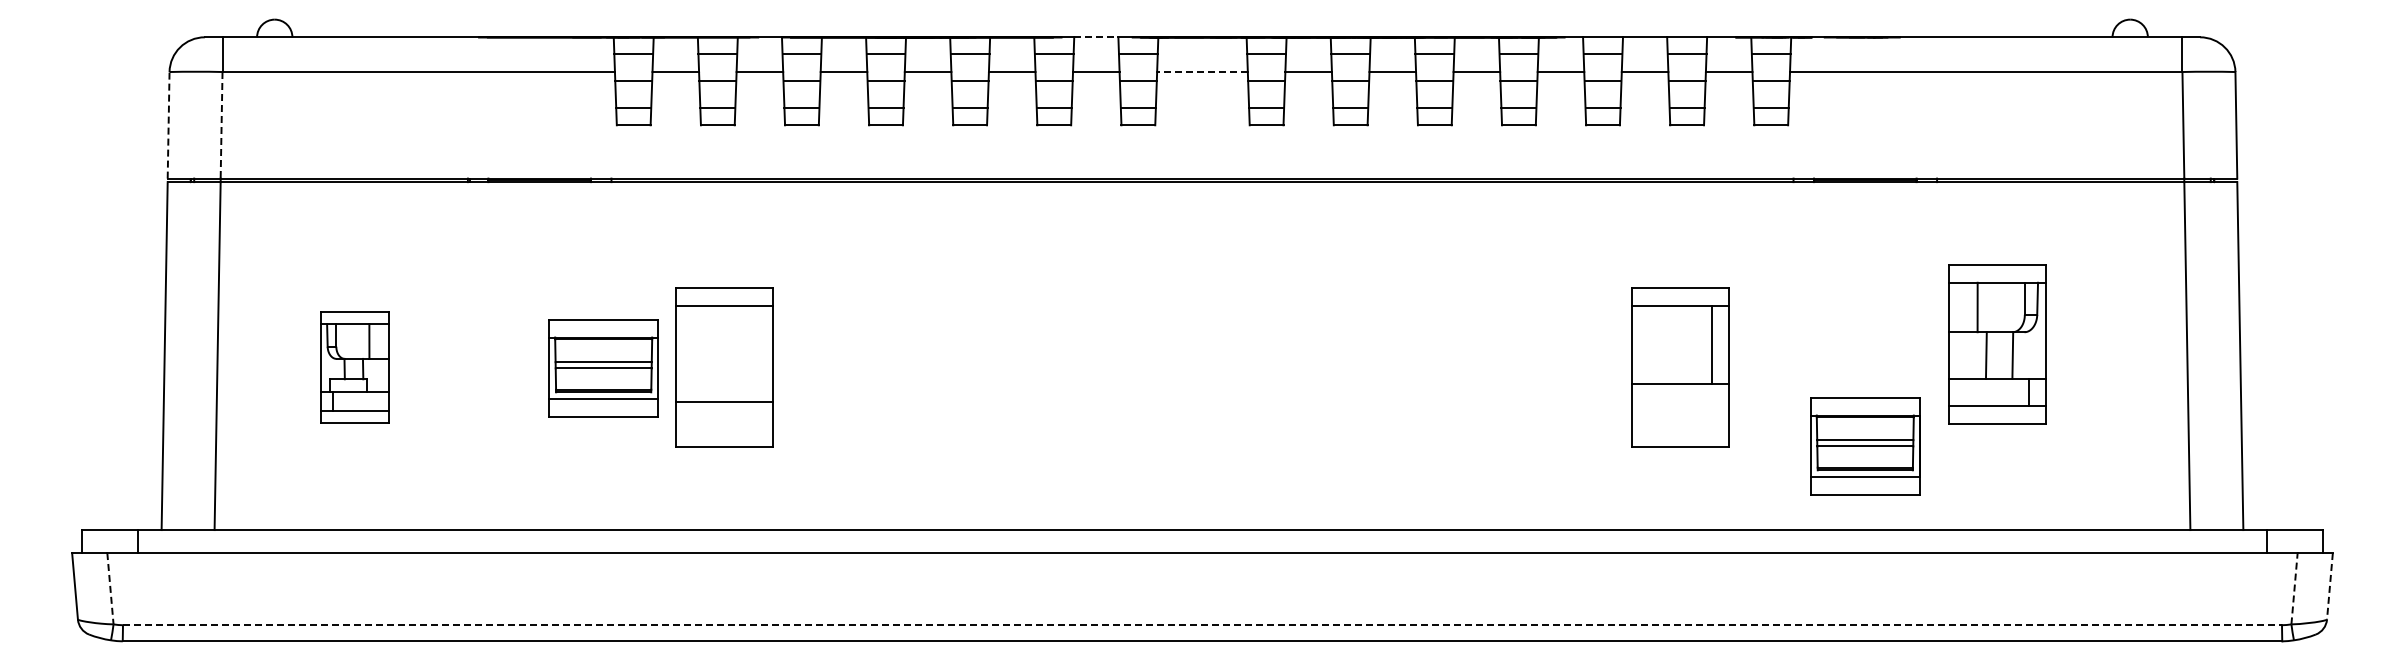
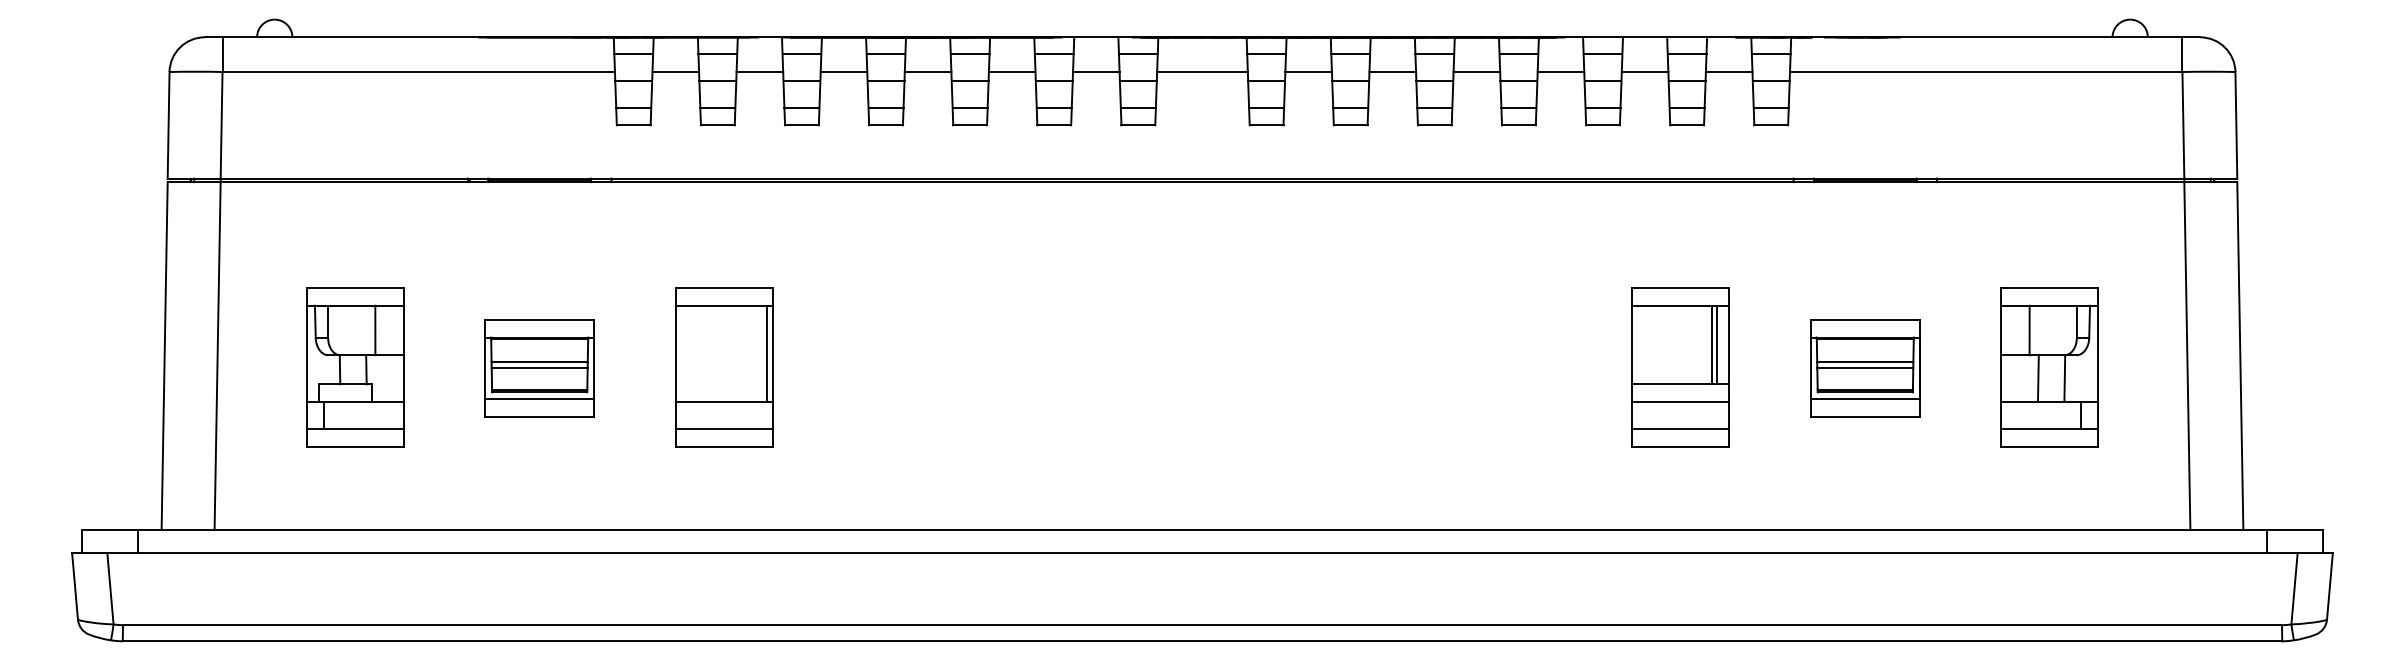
line at (1096, 37): dashed -> solid
line at (1201, 72): dashed -> solid
line at (168, 124): dashed -> solid
line at (221, 125): dashed -> solid
line at (1716, 344): none -> present
part at (1997, 344) position: (1997, 344) -> (2049, 367)
line at (766, 353): none -> present
part at (354, 367) size: 70x113 px -> 99x161 px
part at (603, 368) position: (603, 368) -> (539, 368)
line at (1680, 402): none -> present
line at (723, 429): none -> present
line at (1680, 429): none -> present
part at (1865, 446) position: (1865, 446) -> (1865, 368)
line at (2329, 586): dashed -> solid
line at (110, 588): dashed -> solid
line at (2294, 588): dashed -> solid
line at (1203, 625): dashed -> solid
